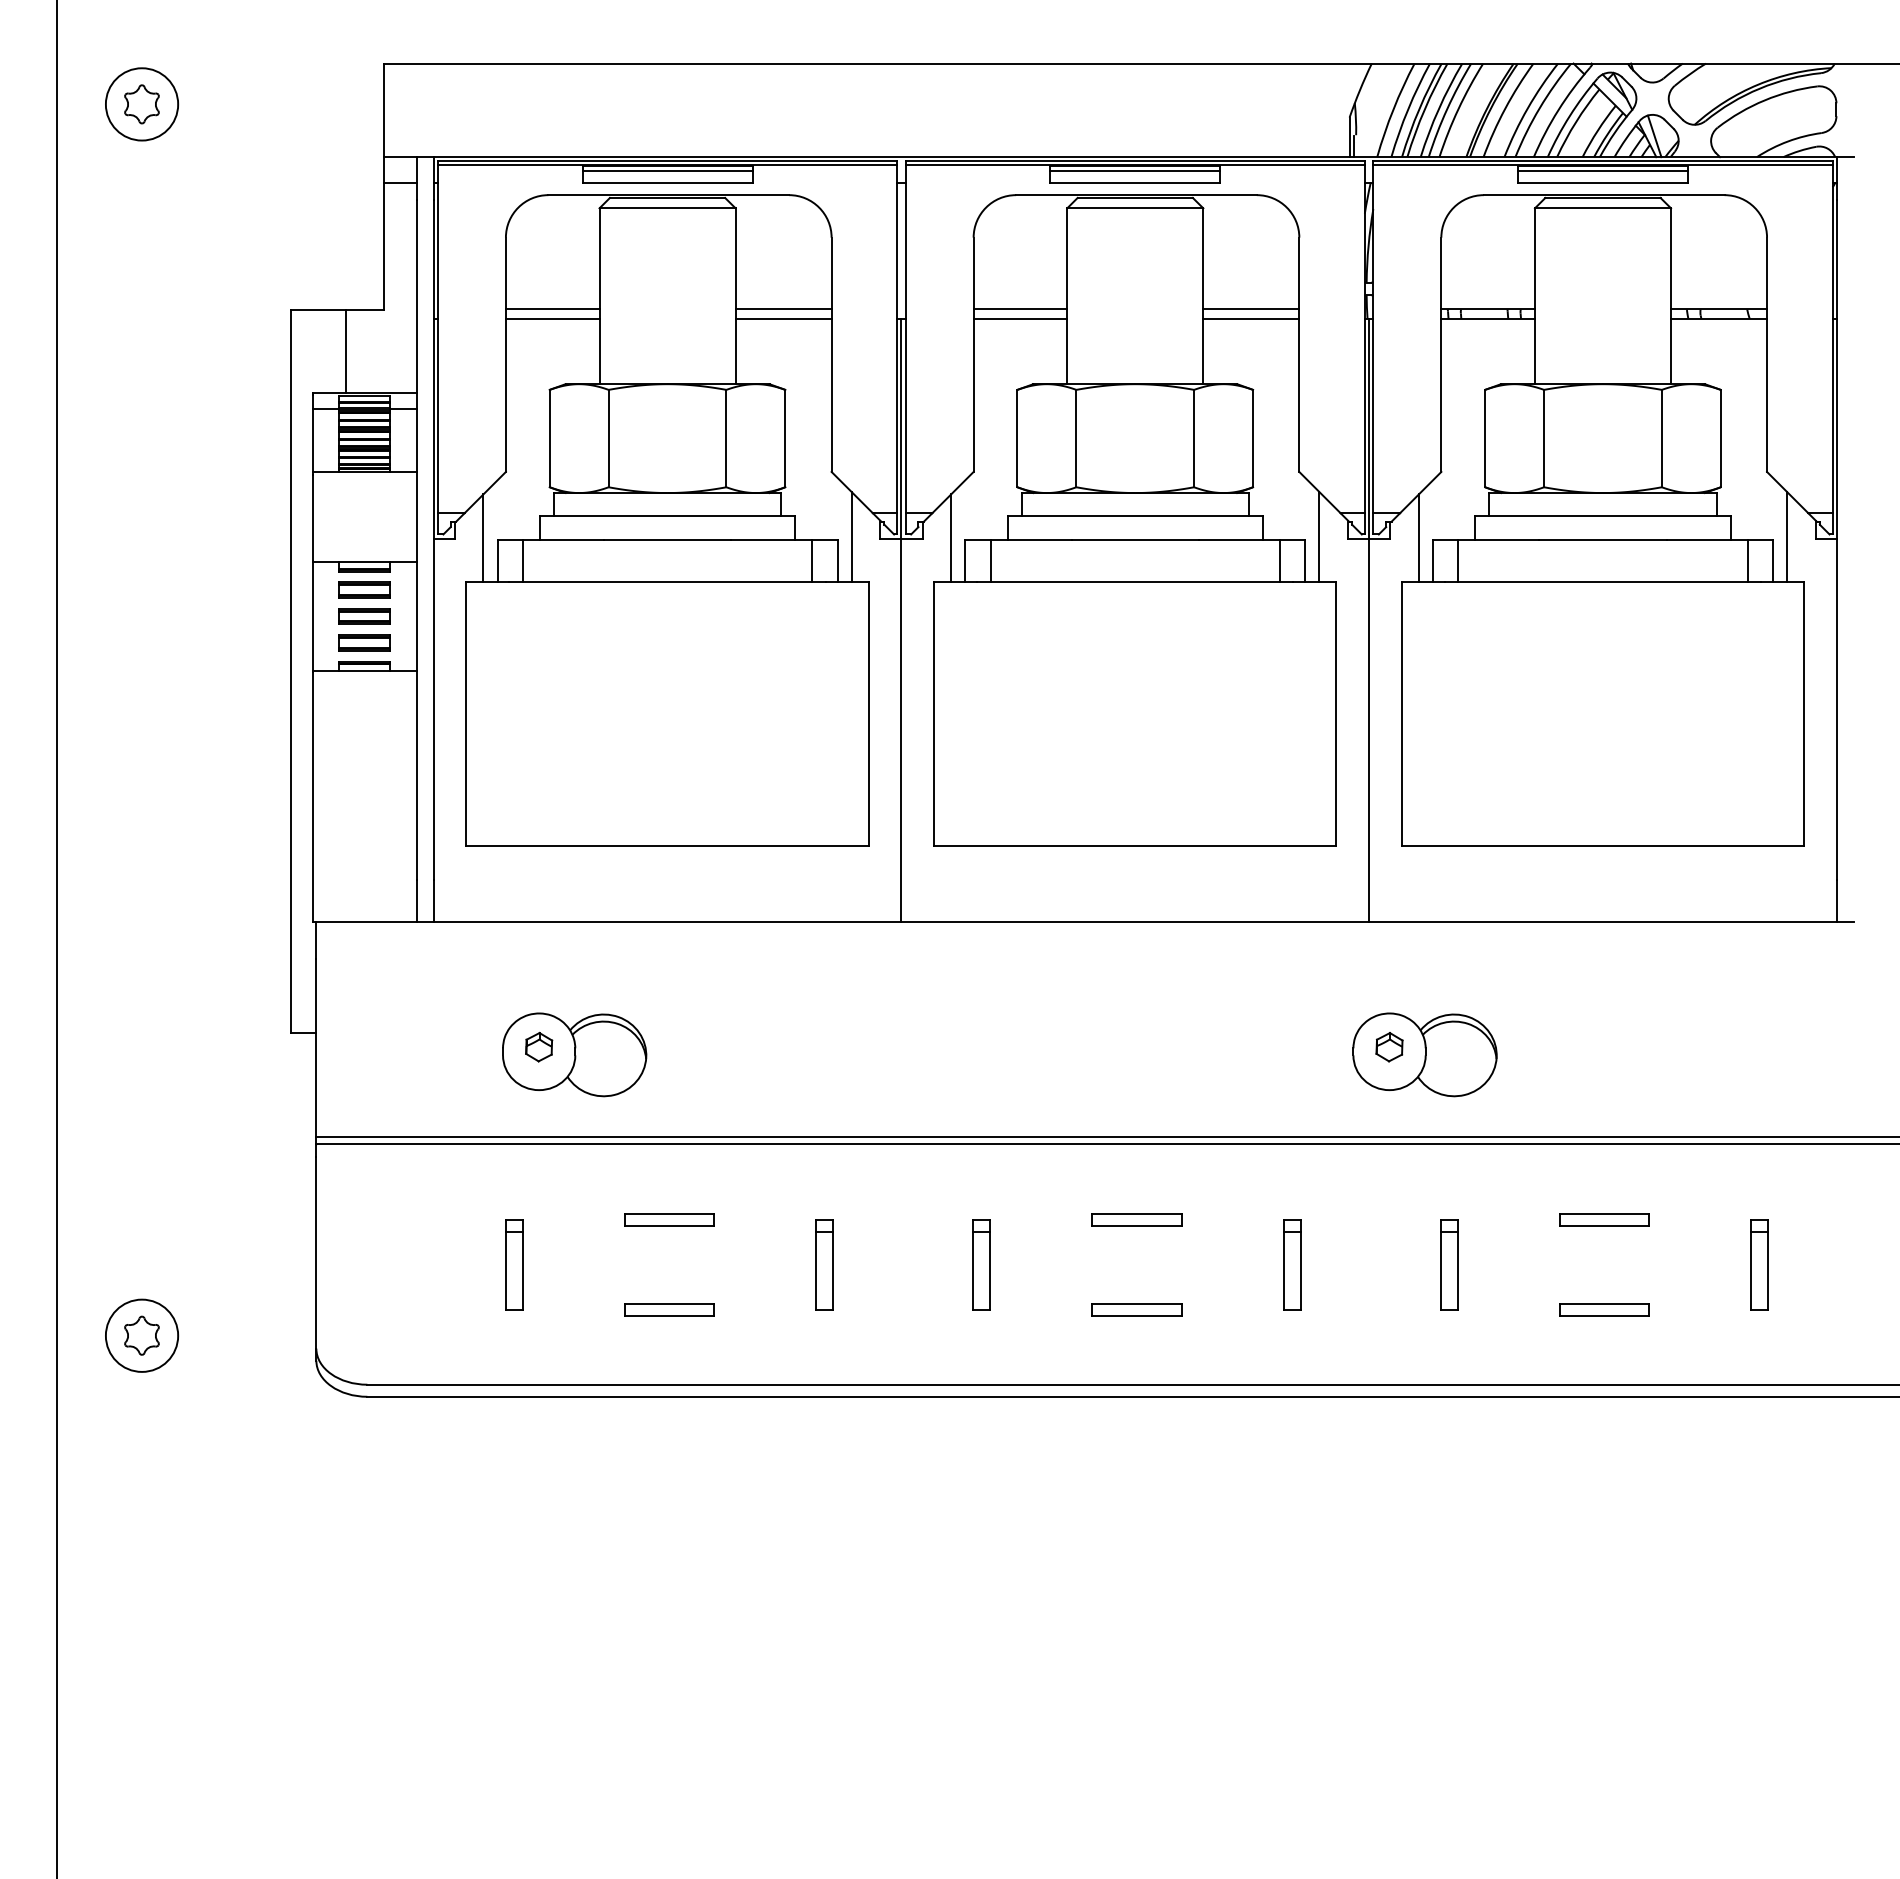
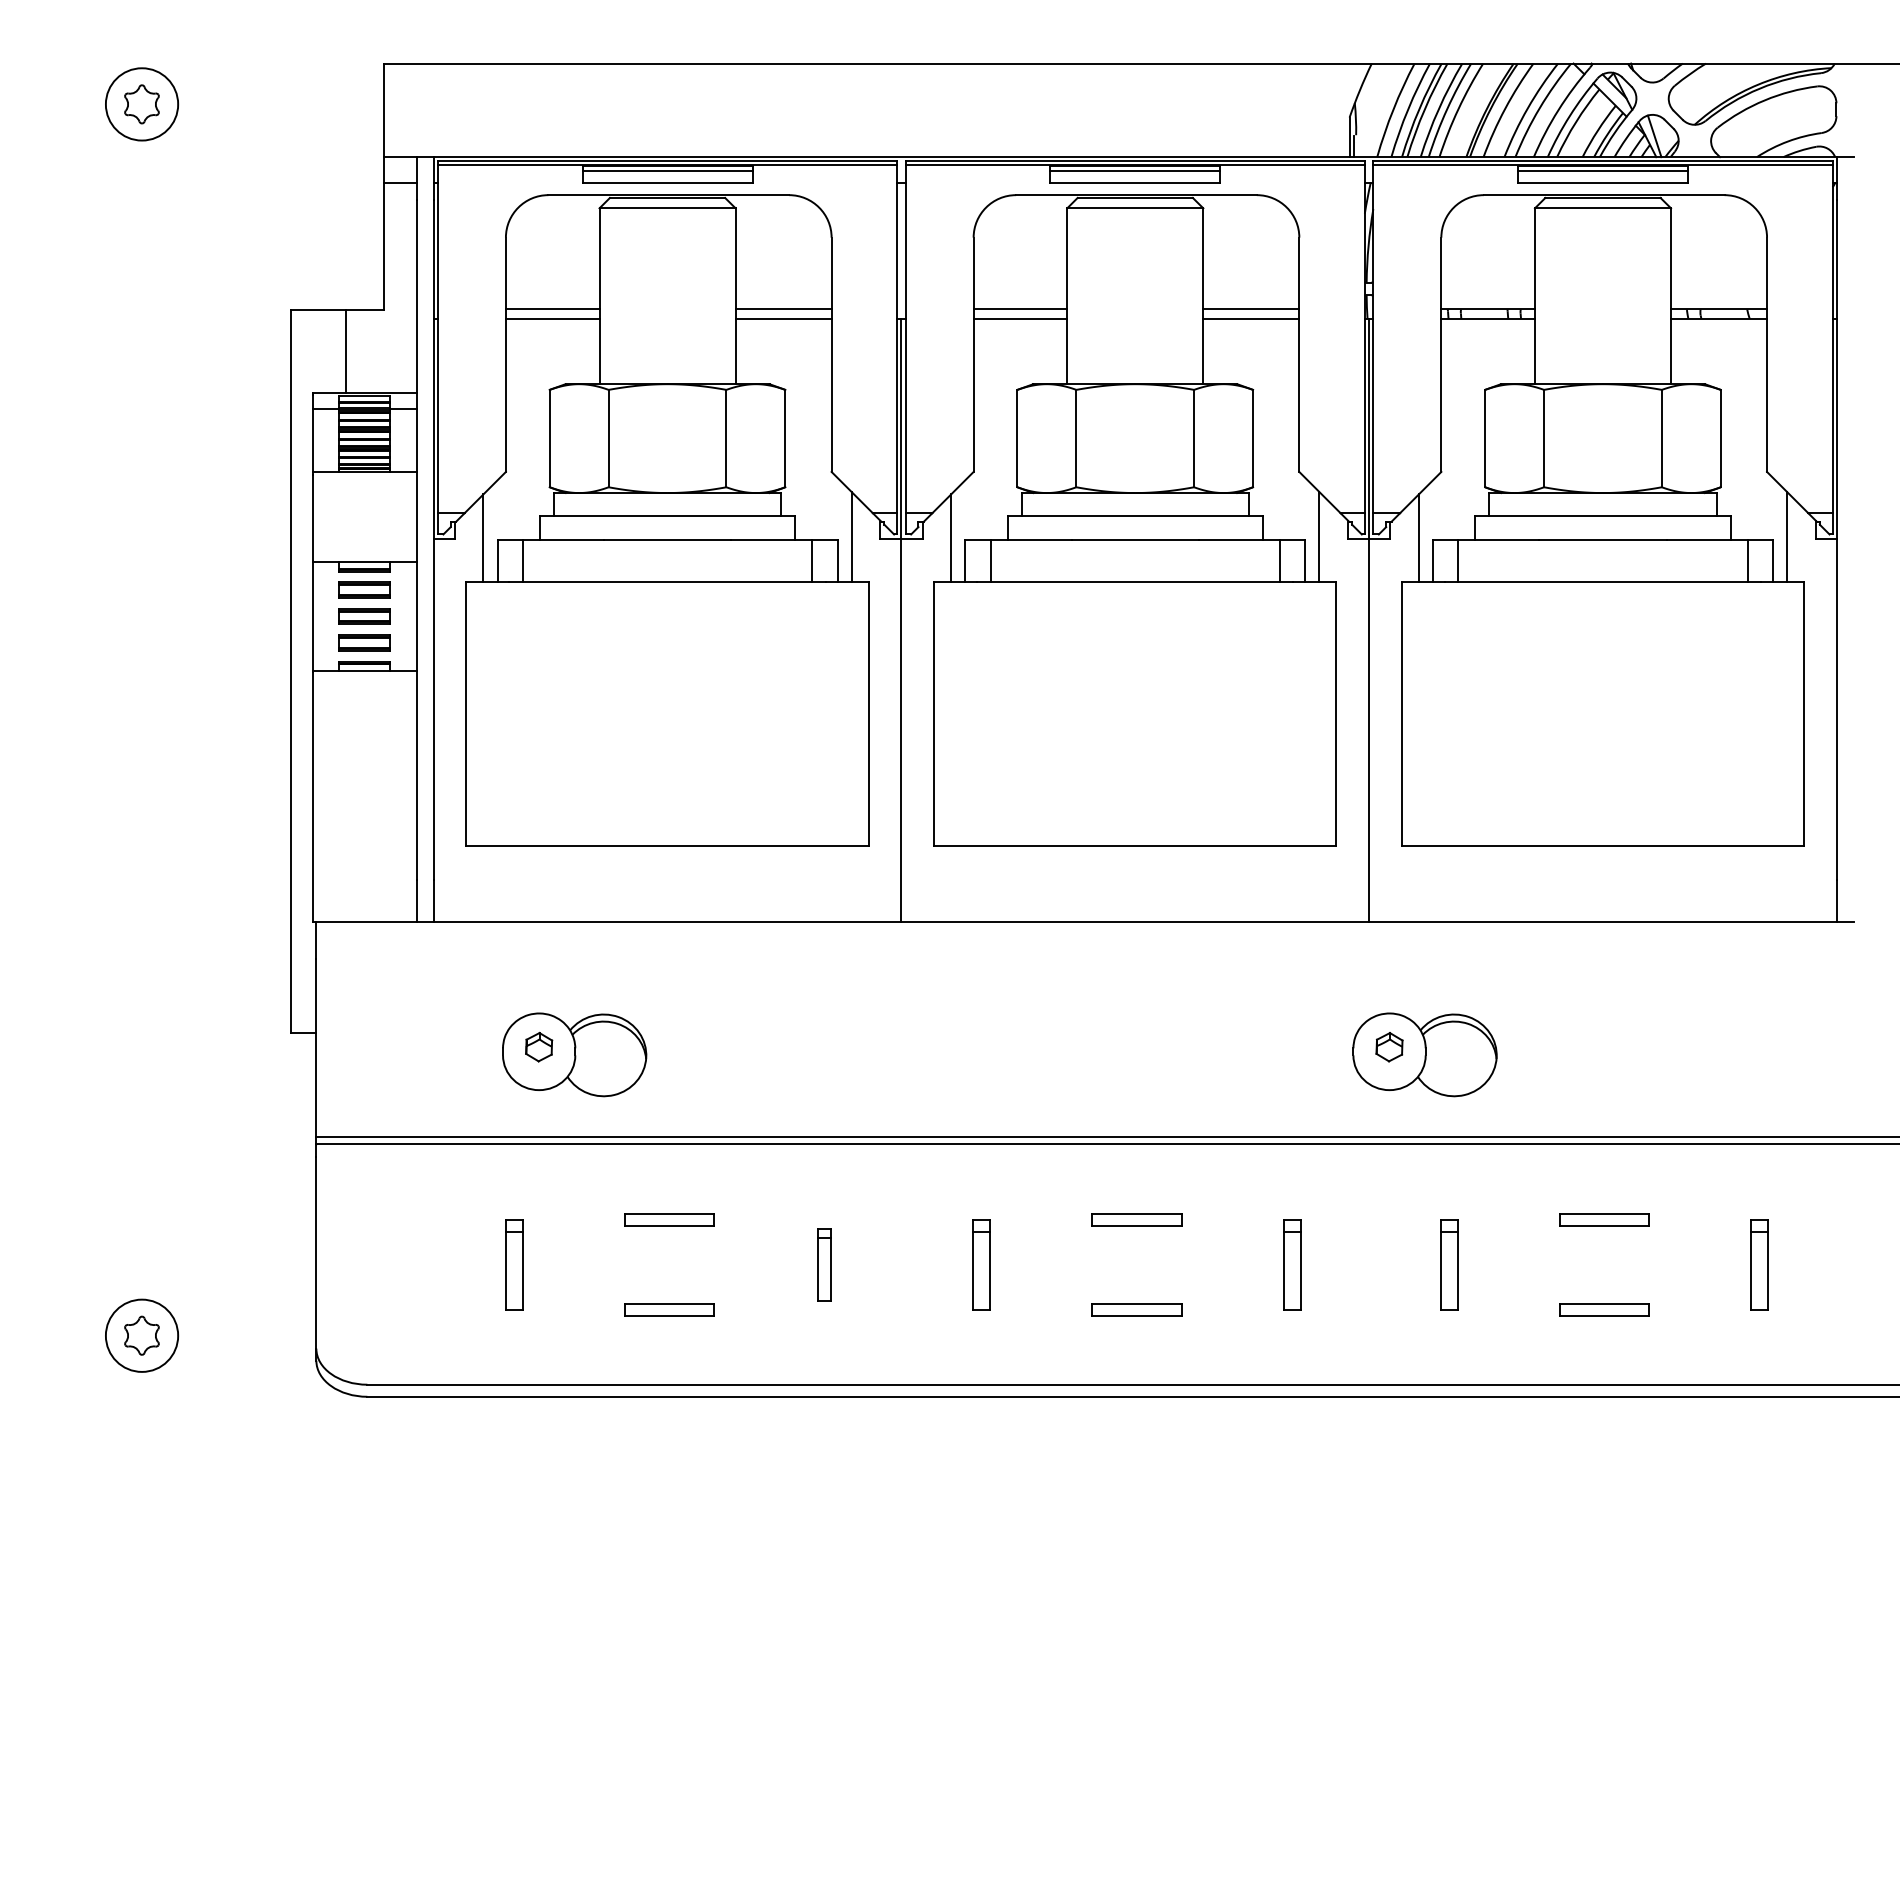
line at (56, 938): present -> none
part at (824, 1264) size: 19x92 px -> 15x74 px
